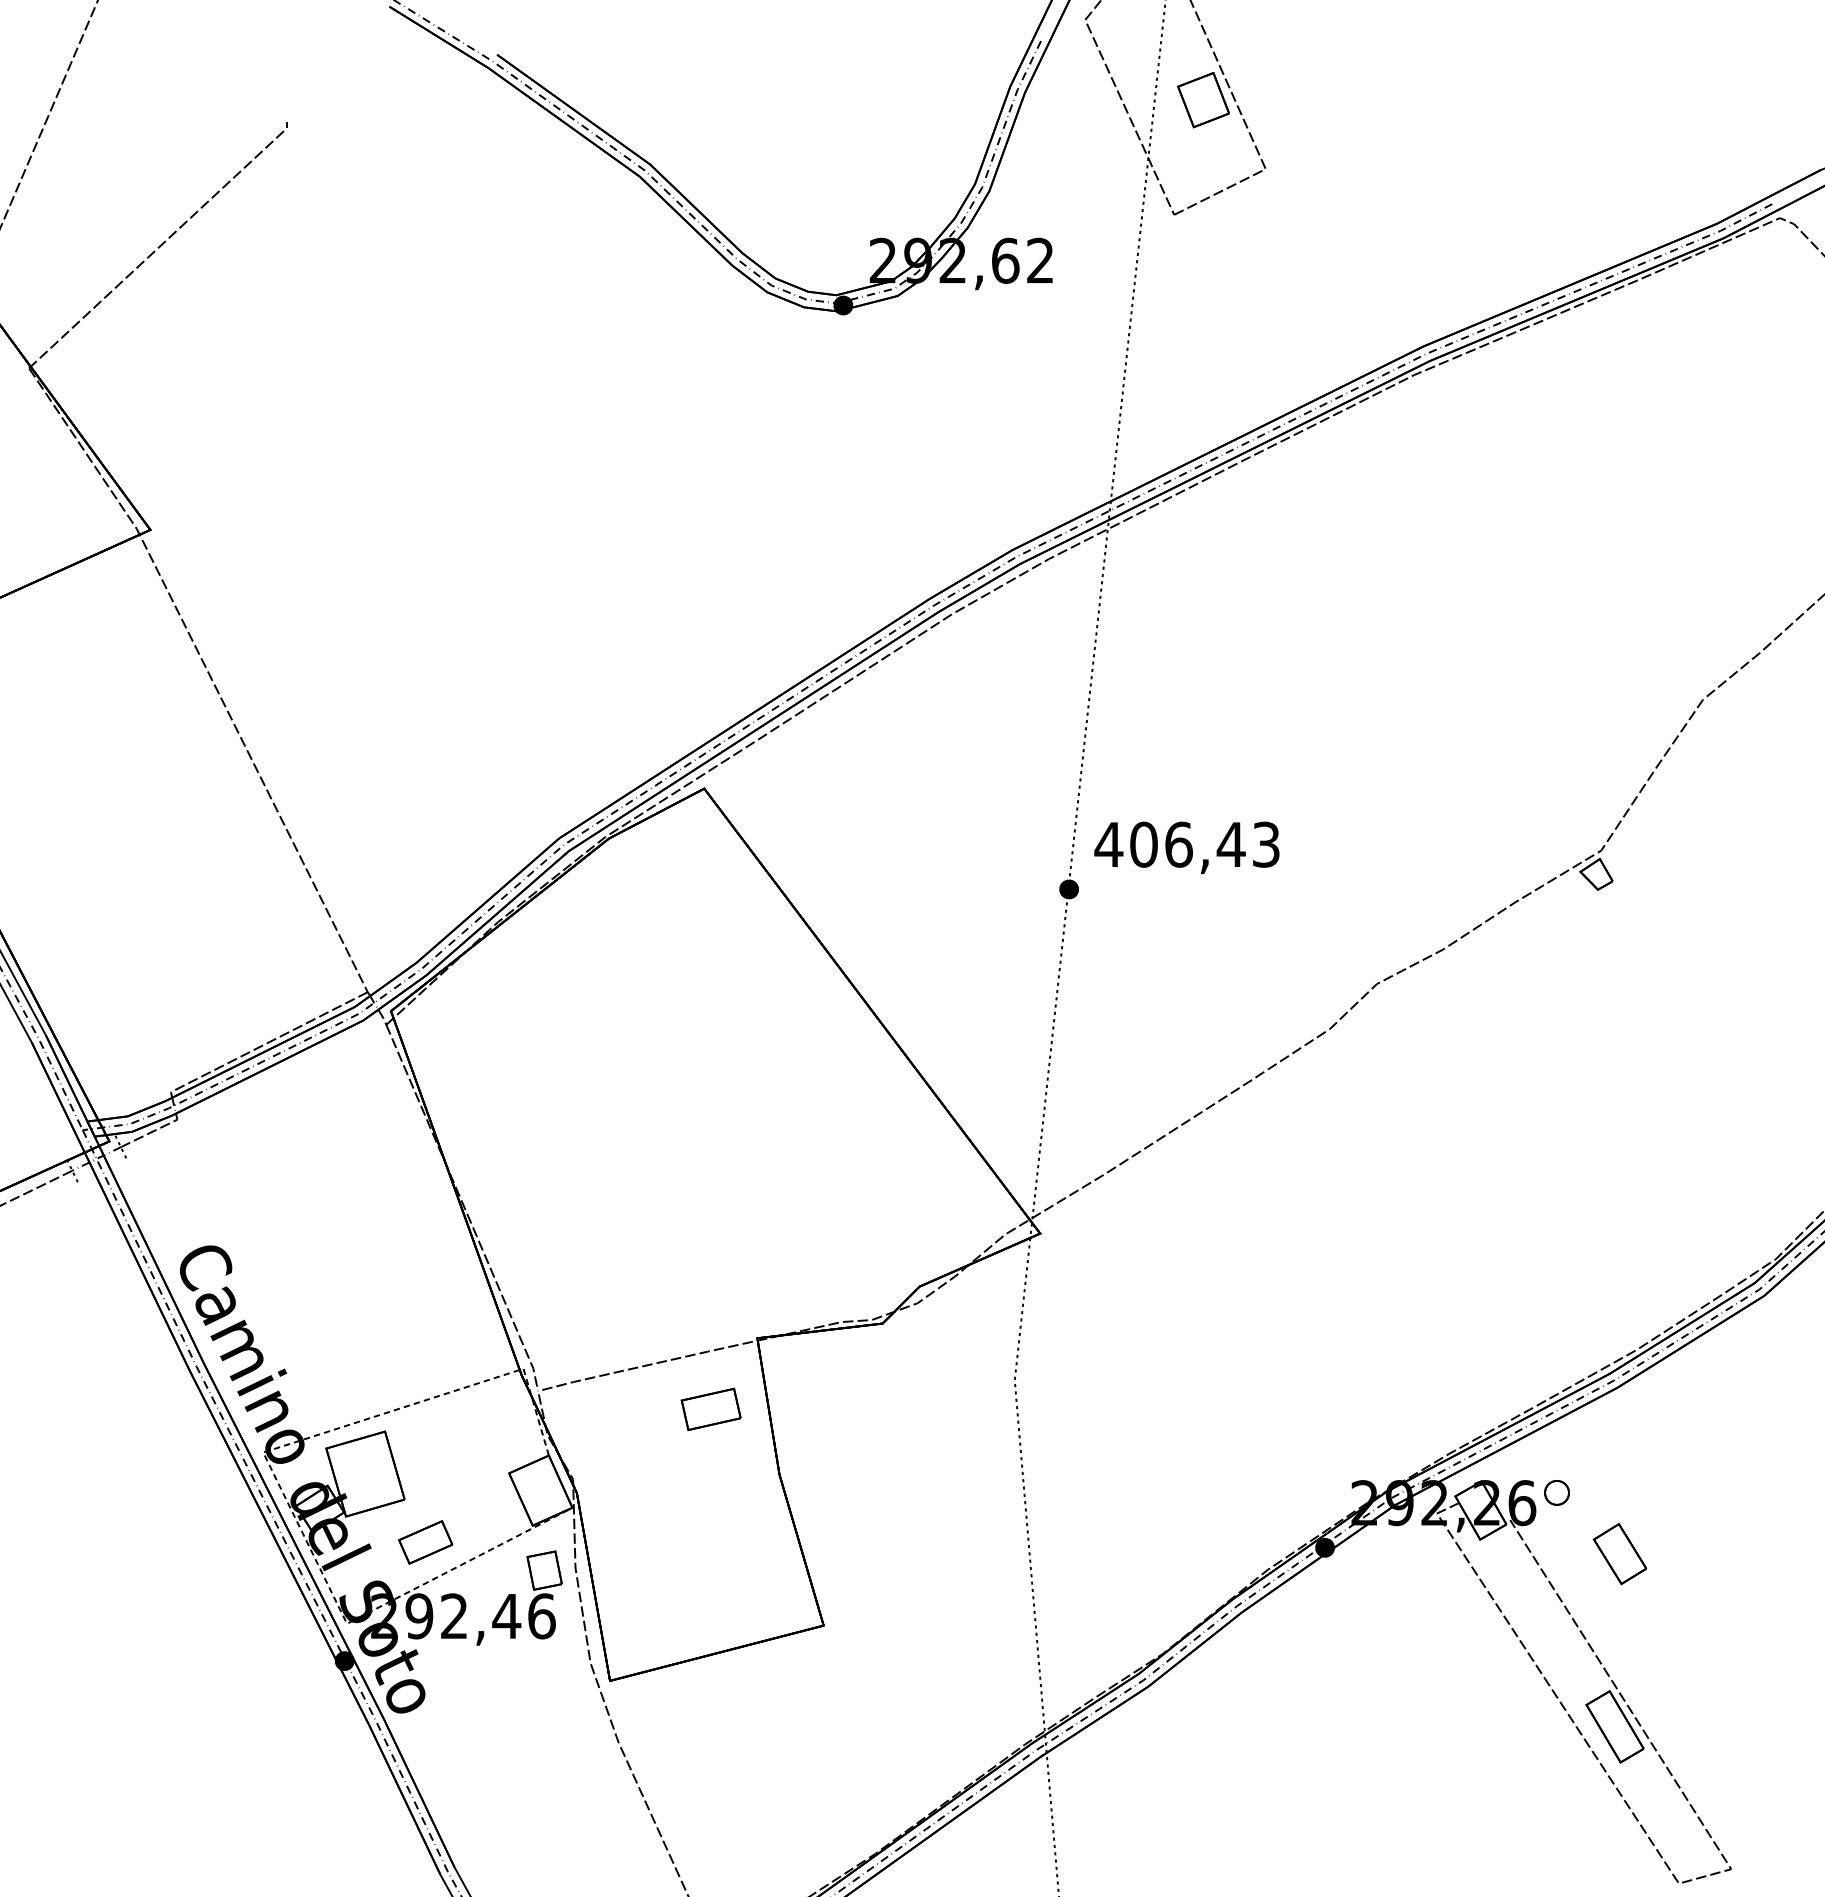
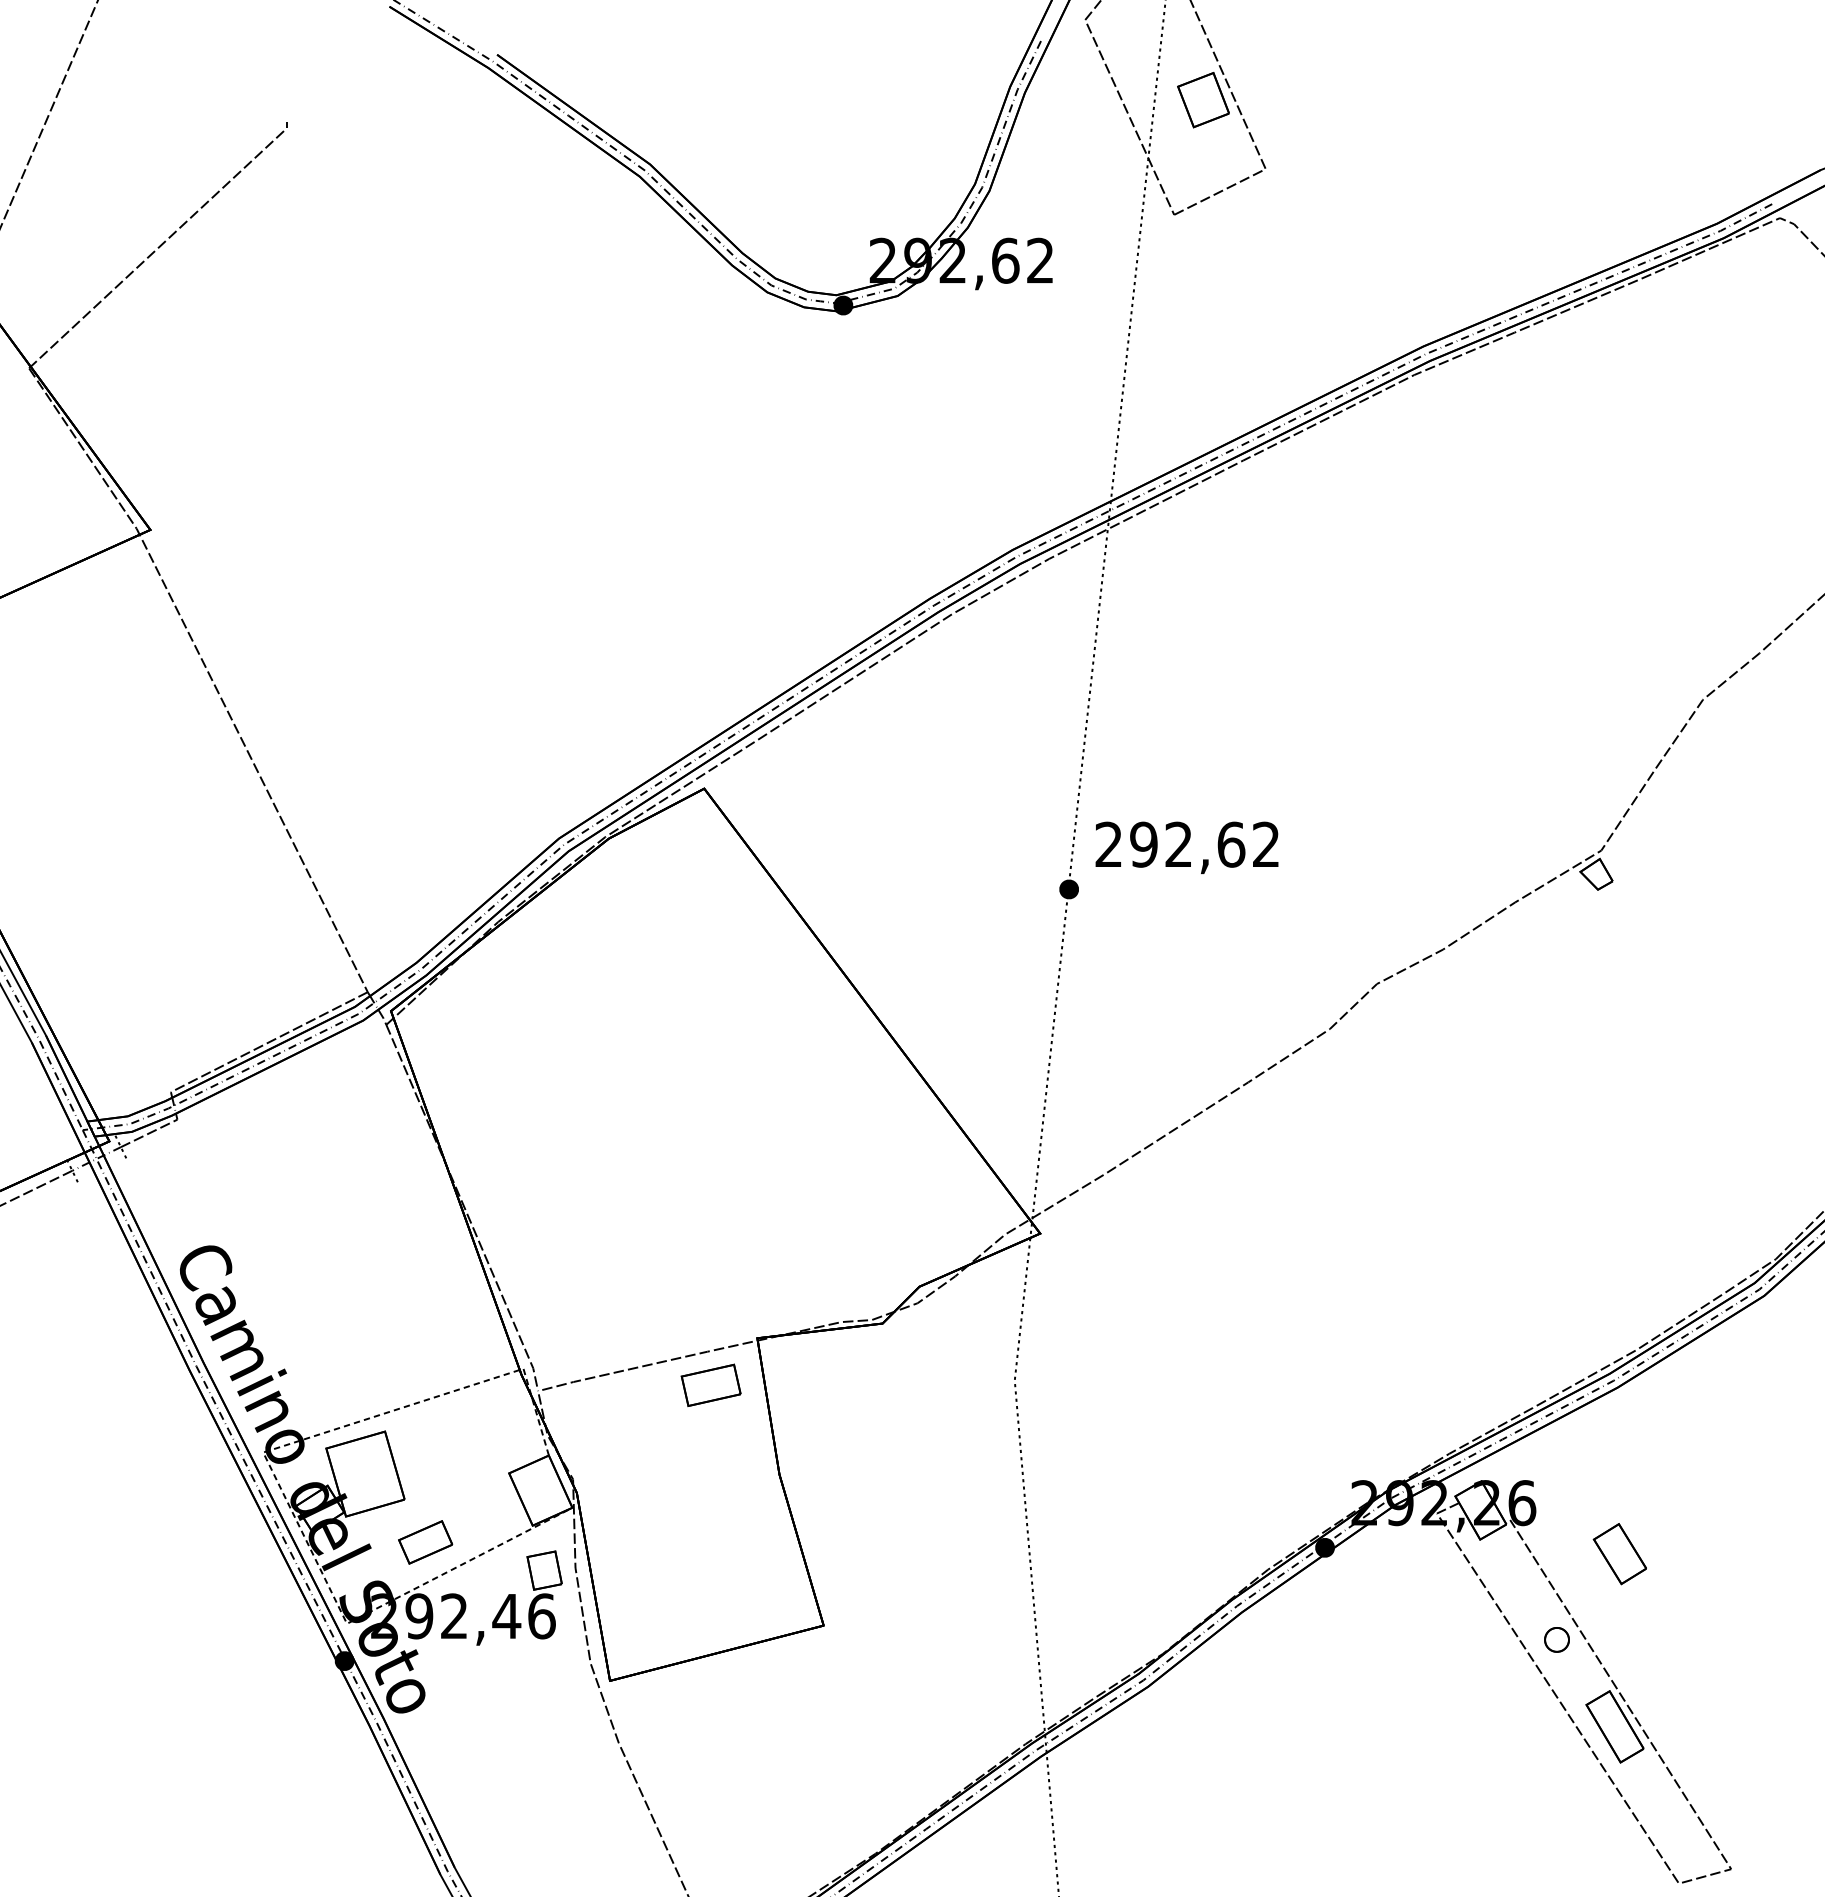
text at (1186, 844): 406,43 -> 292,62
part at (710, 1408) position: (710, 1408) -> (710, 1384)
part at (1556, 1492) position: (1556, 1492) -> (1556, 1639)
